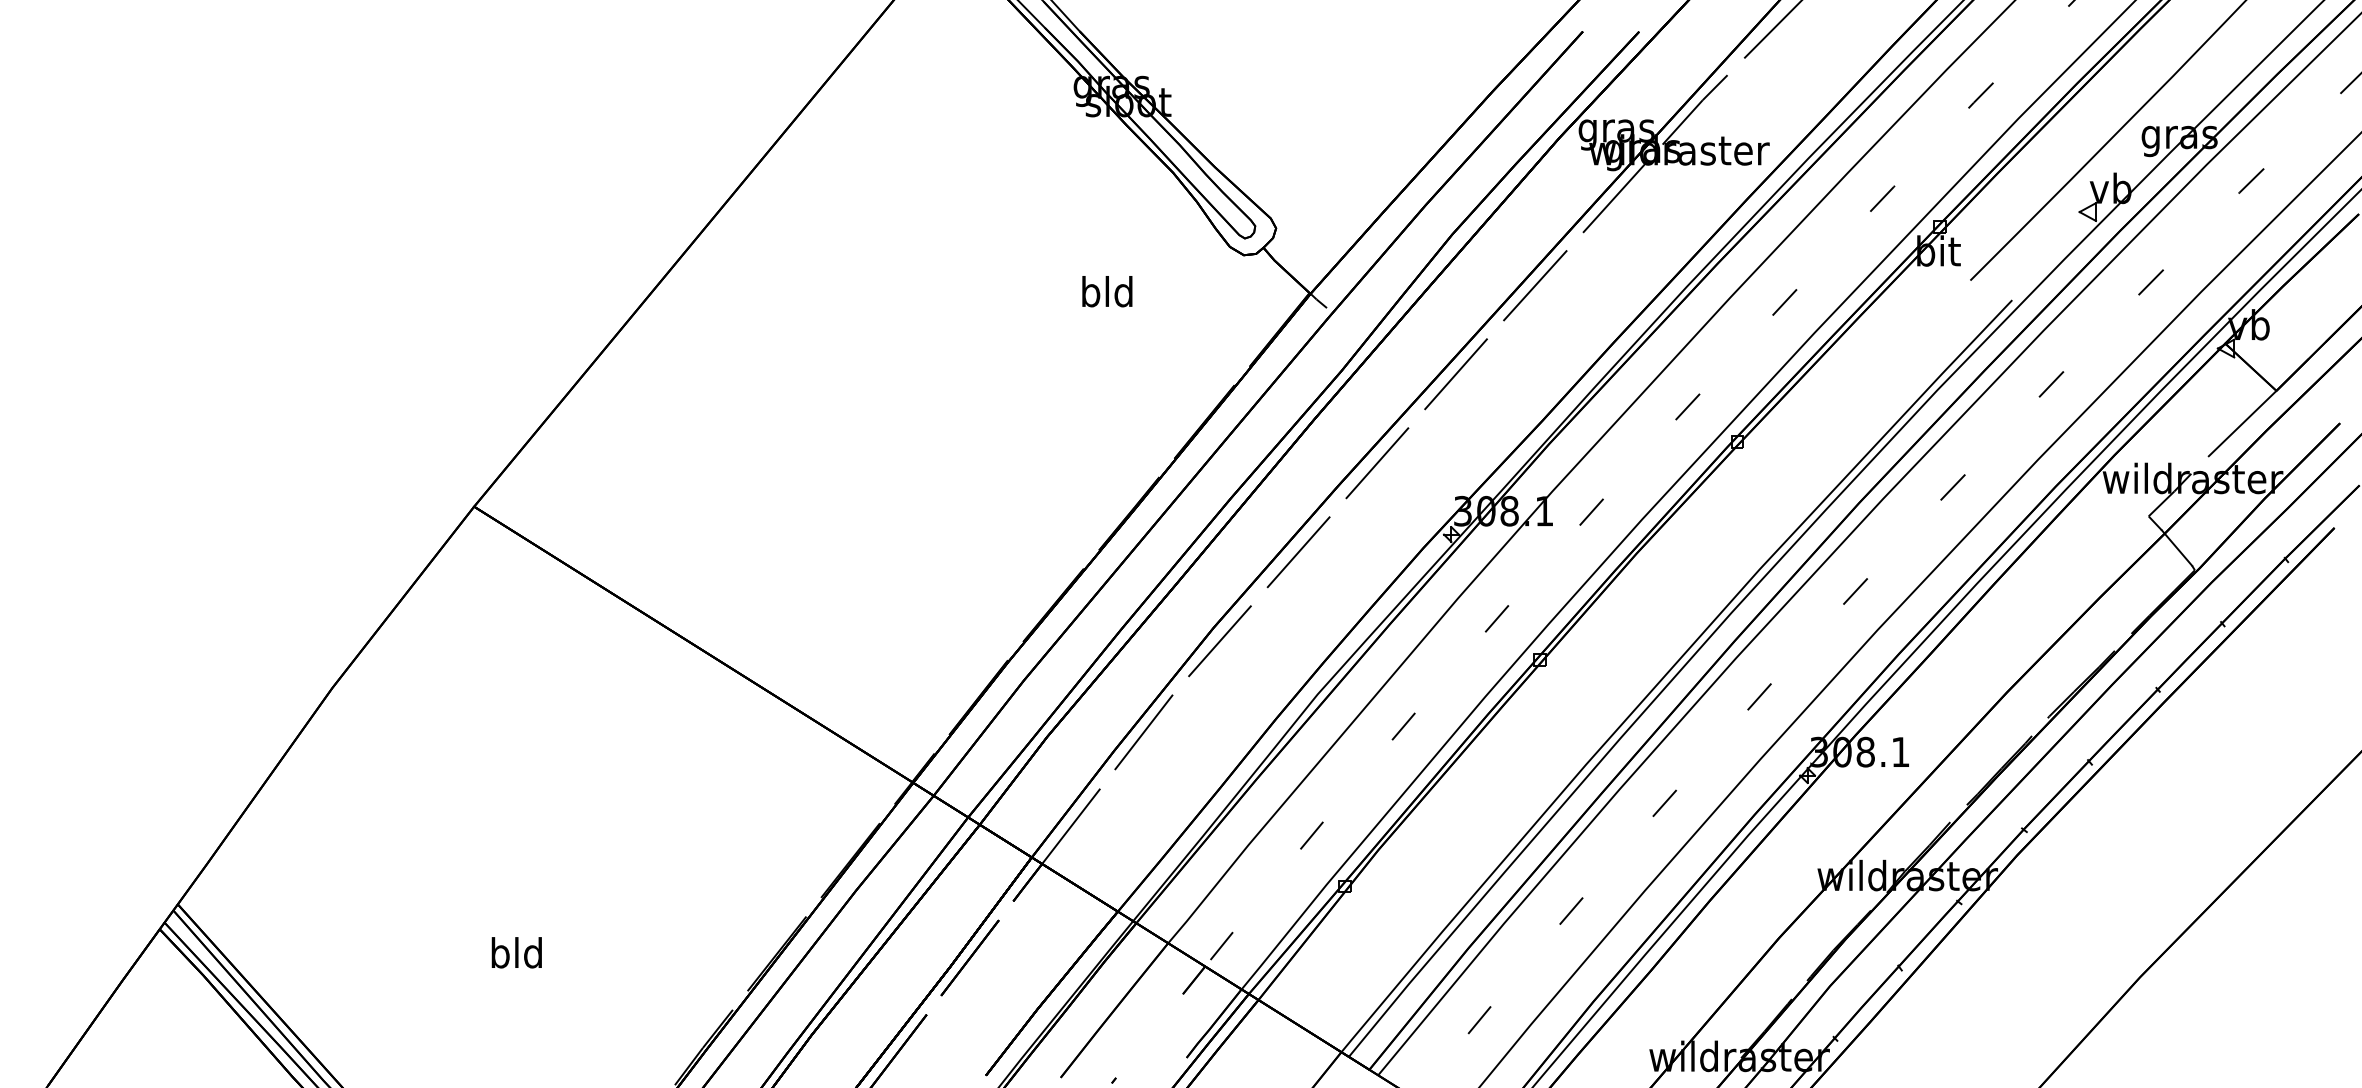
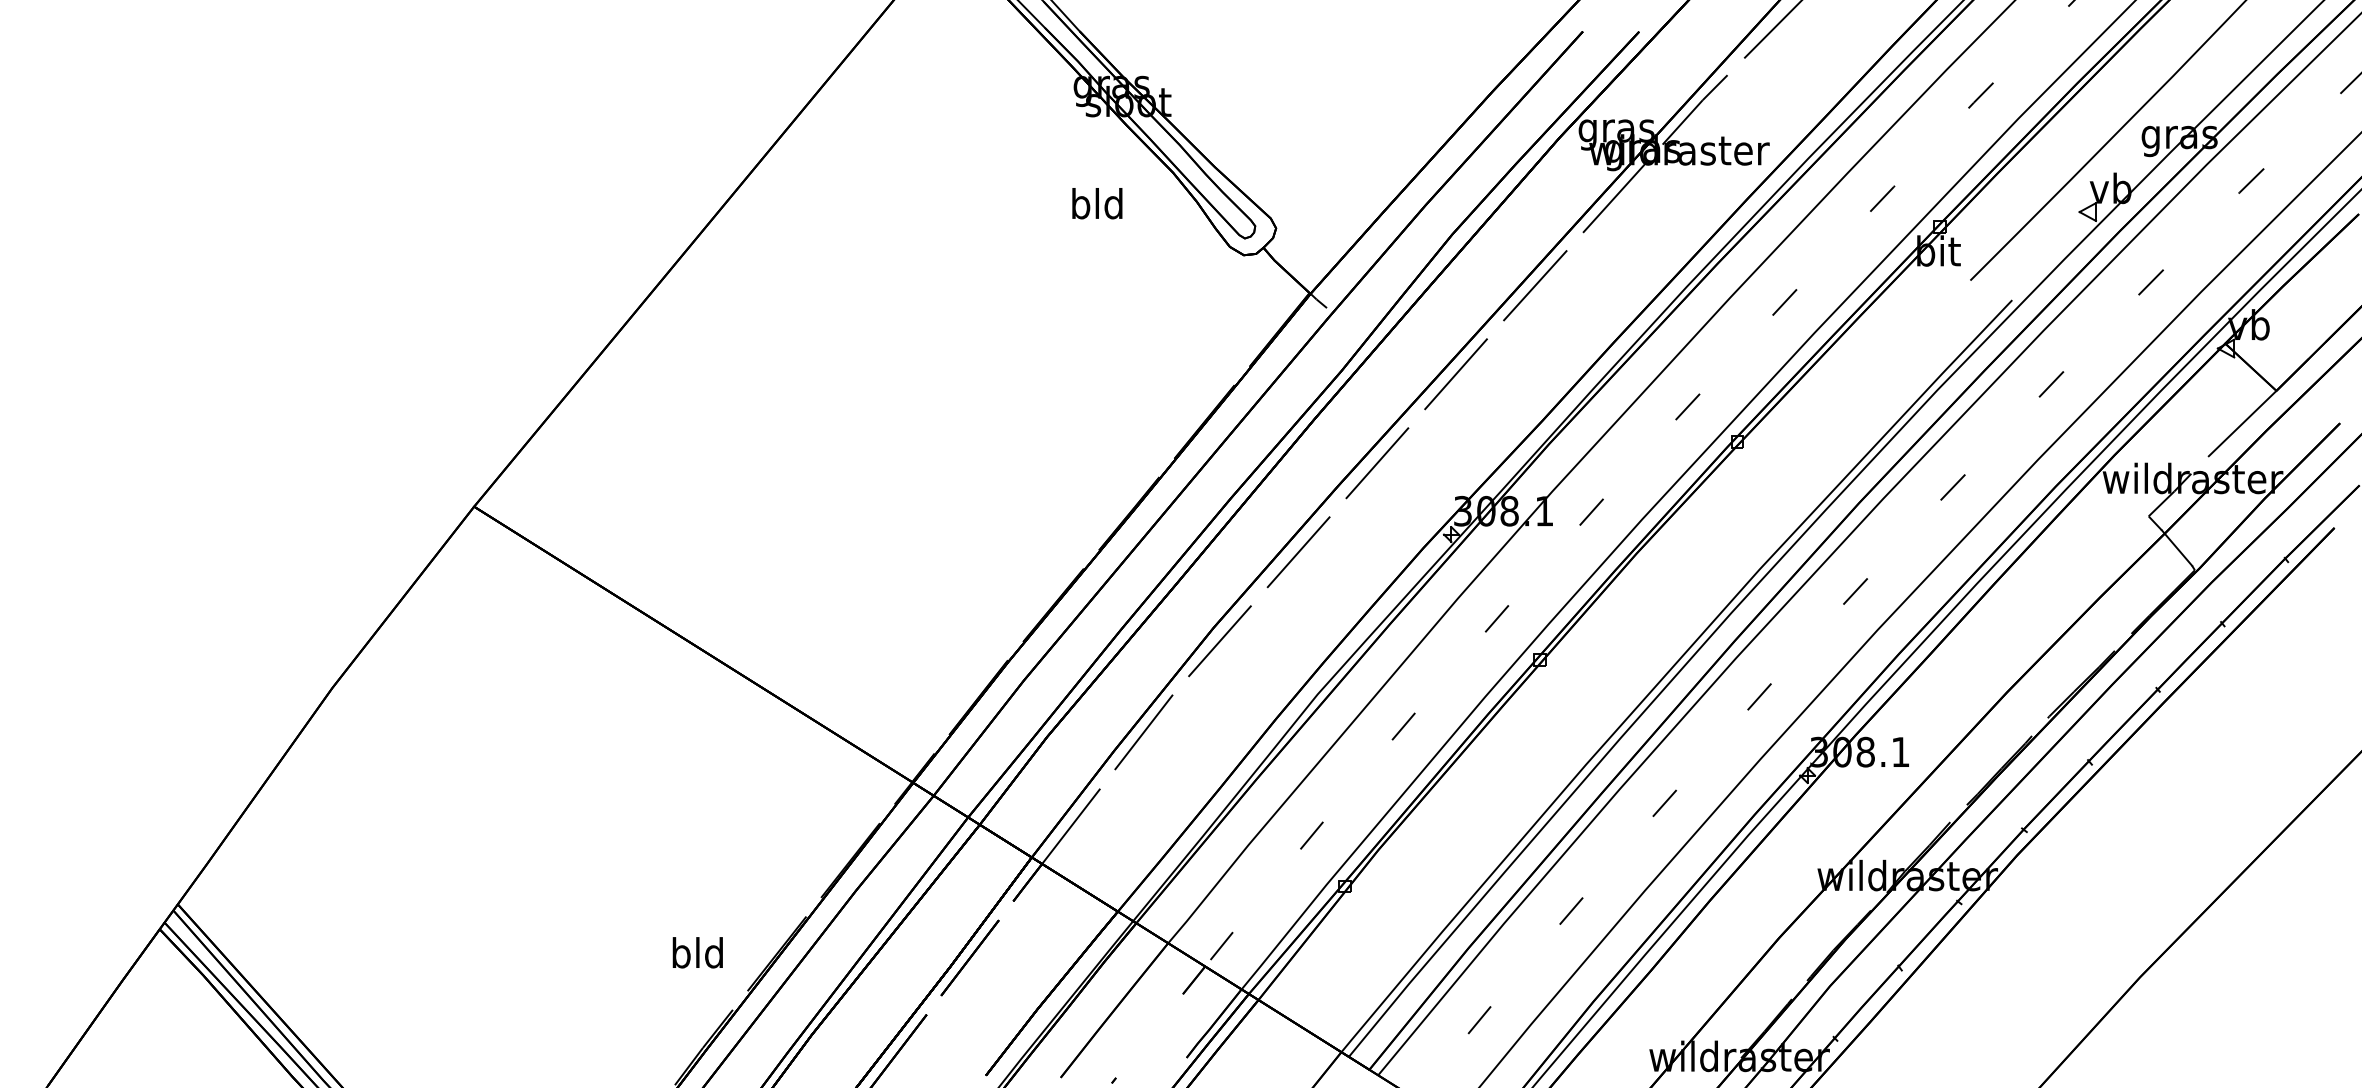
text at (1107, 291) position: (1107, 291) -> (1097, 203)
text at (516, 952) position: (516, 952) -> (697, 952)
